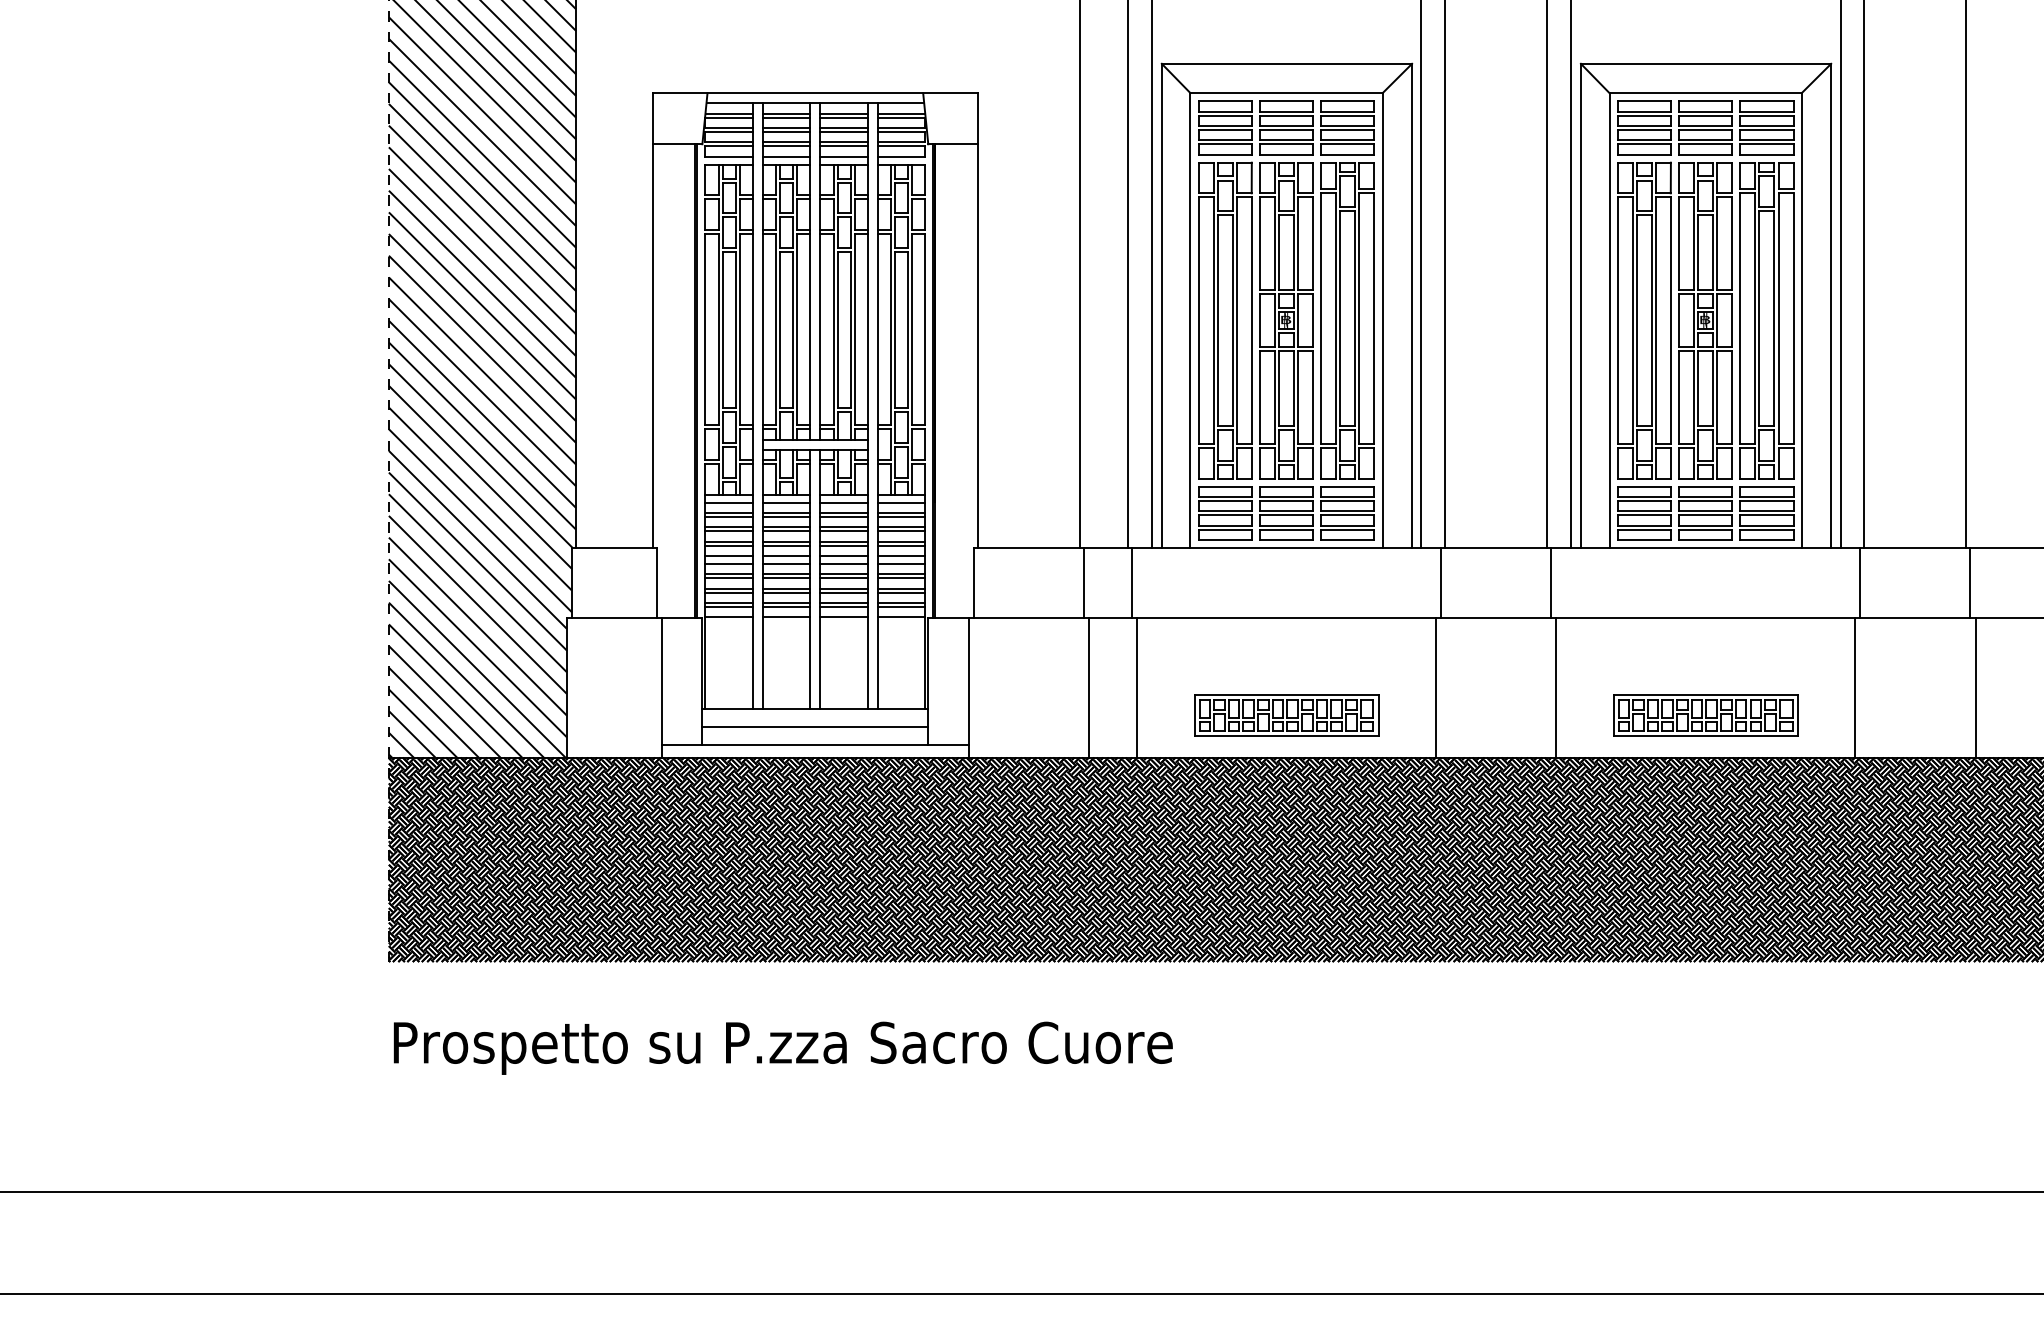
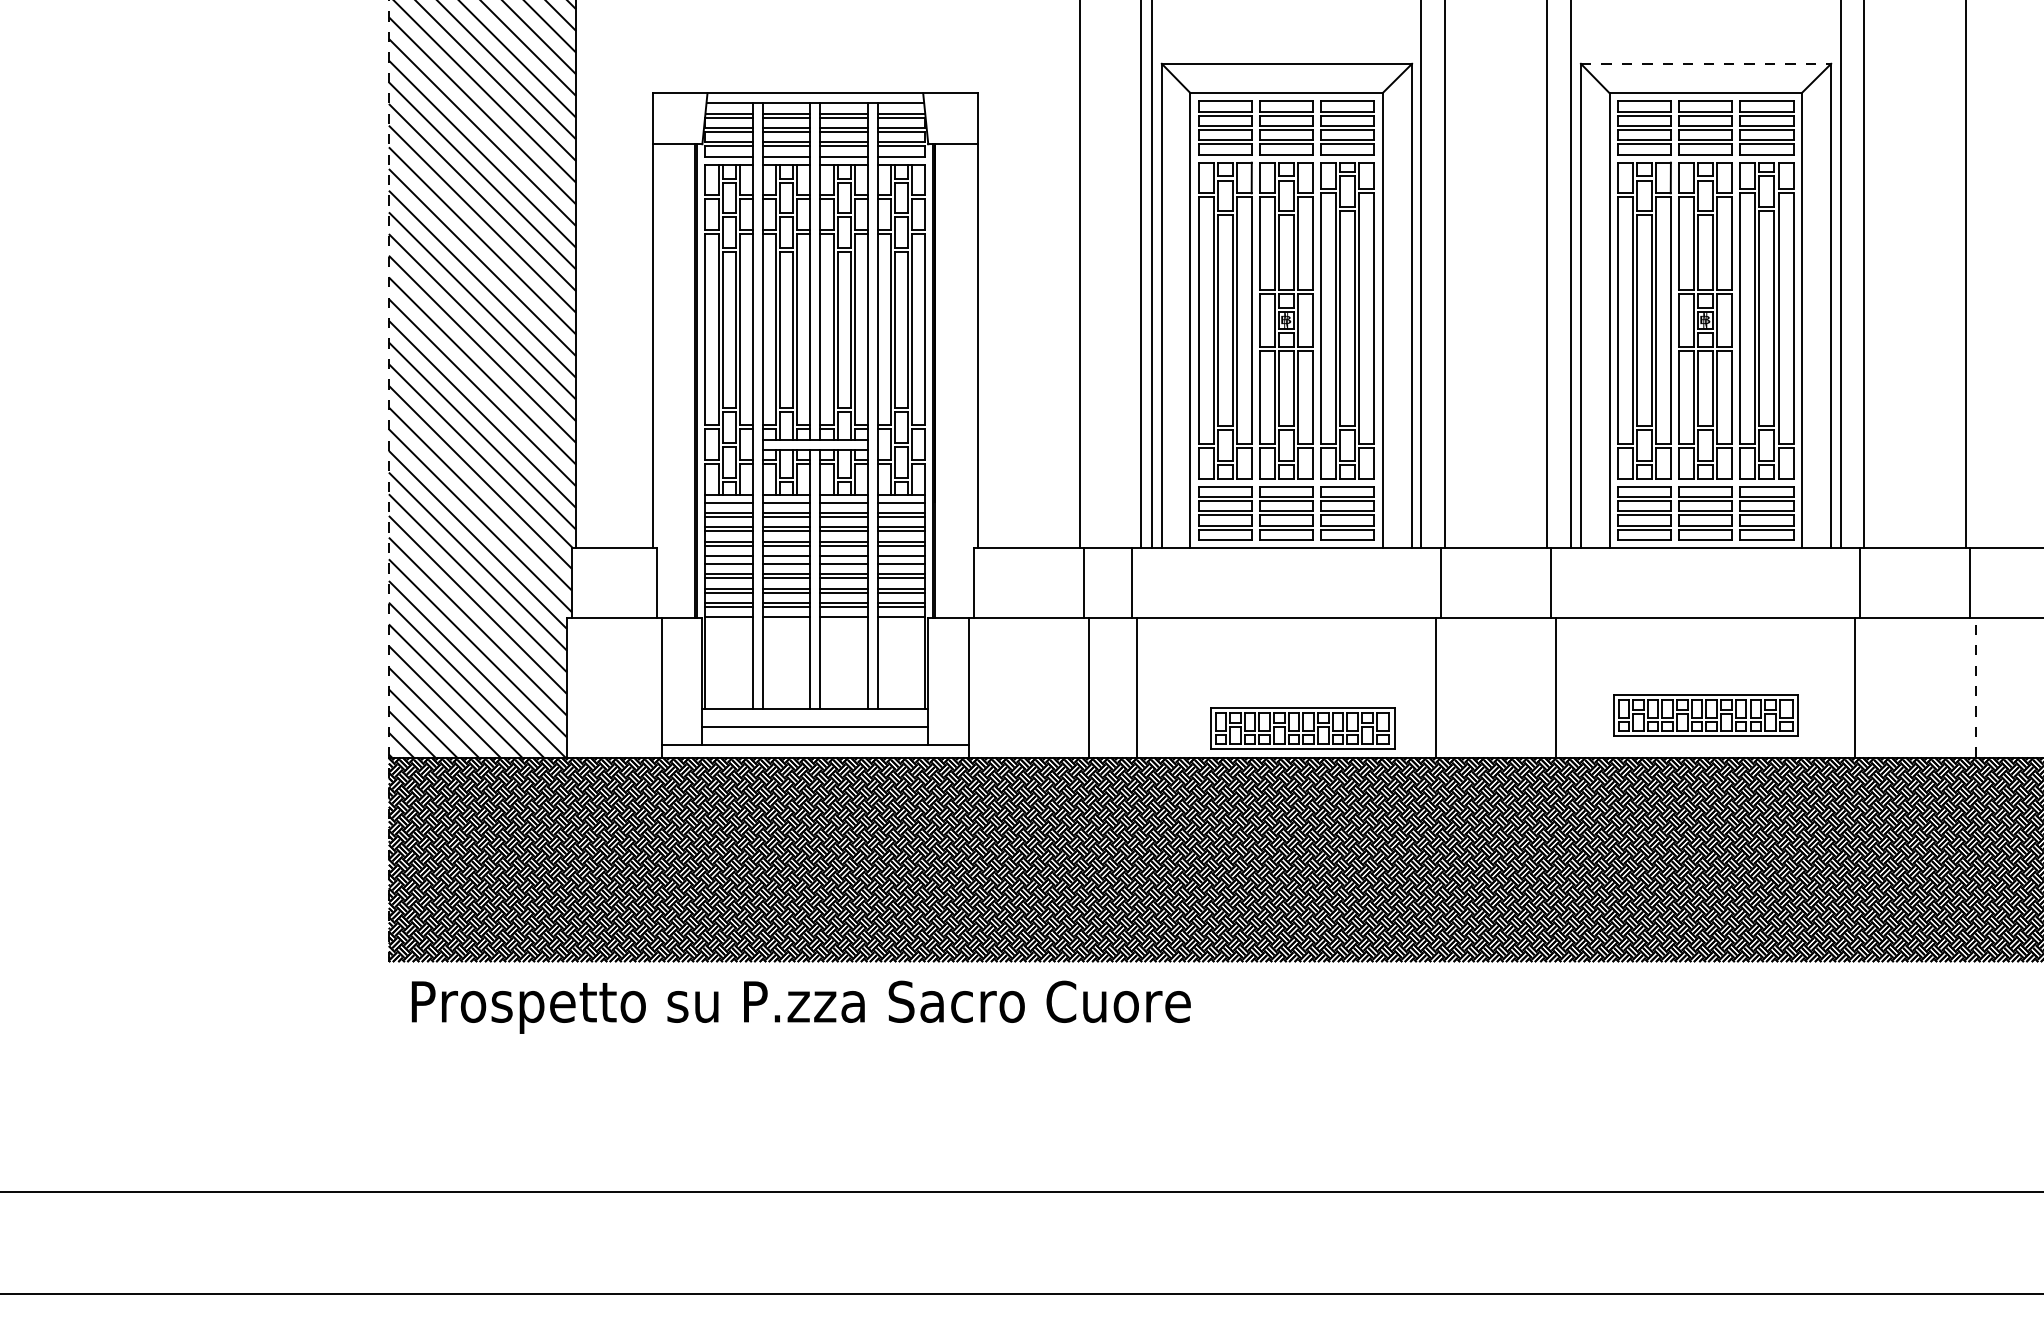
line at (1706, 63): solid -> dashed
line at (1128, 275) position: (1128, 275) -> (1141, 275)
line at (1975, 687): solid -> dashed
part at (1286, 715) position: (1286, 715) -> (1302, 728)
text at (782, 1047) position: (782, 1047) -> (800, 1006)
